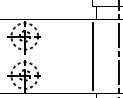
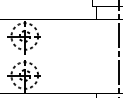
line at (92, 56): present -> none
